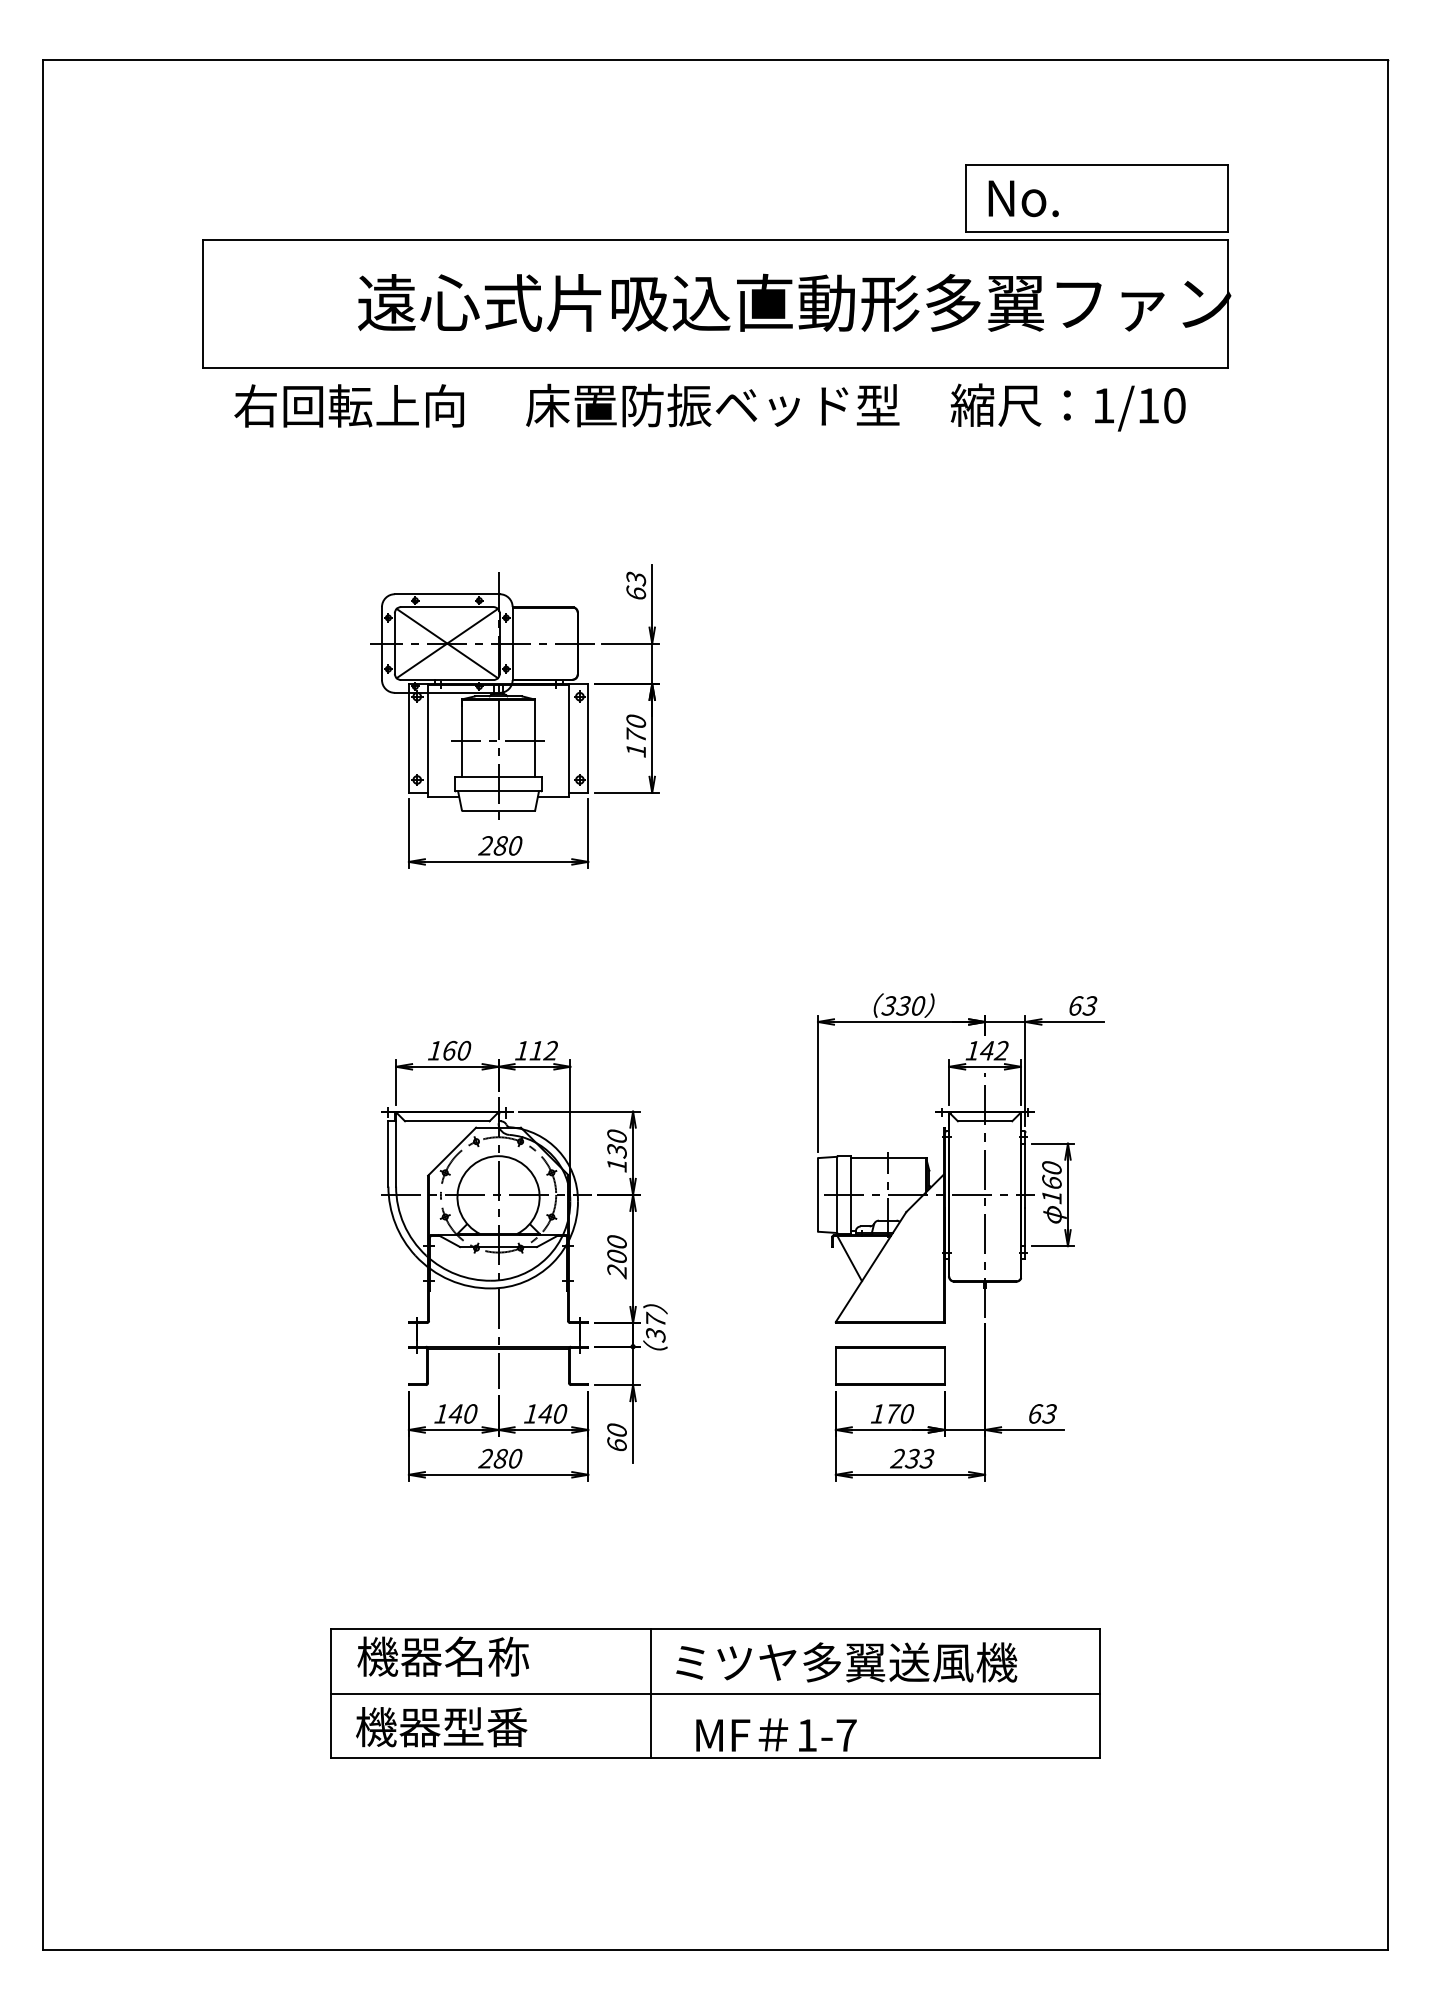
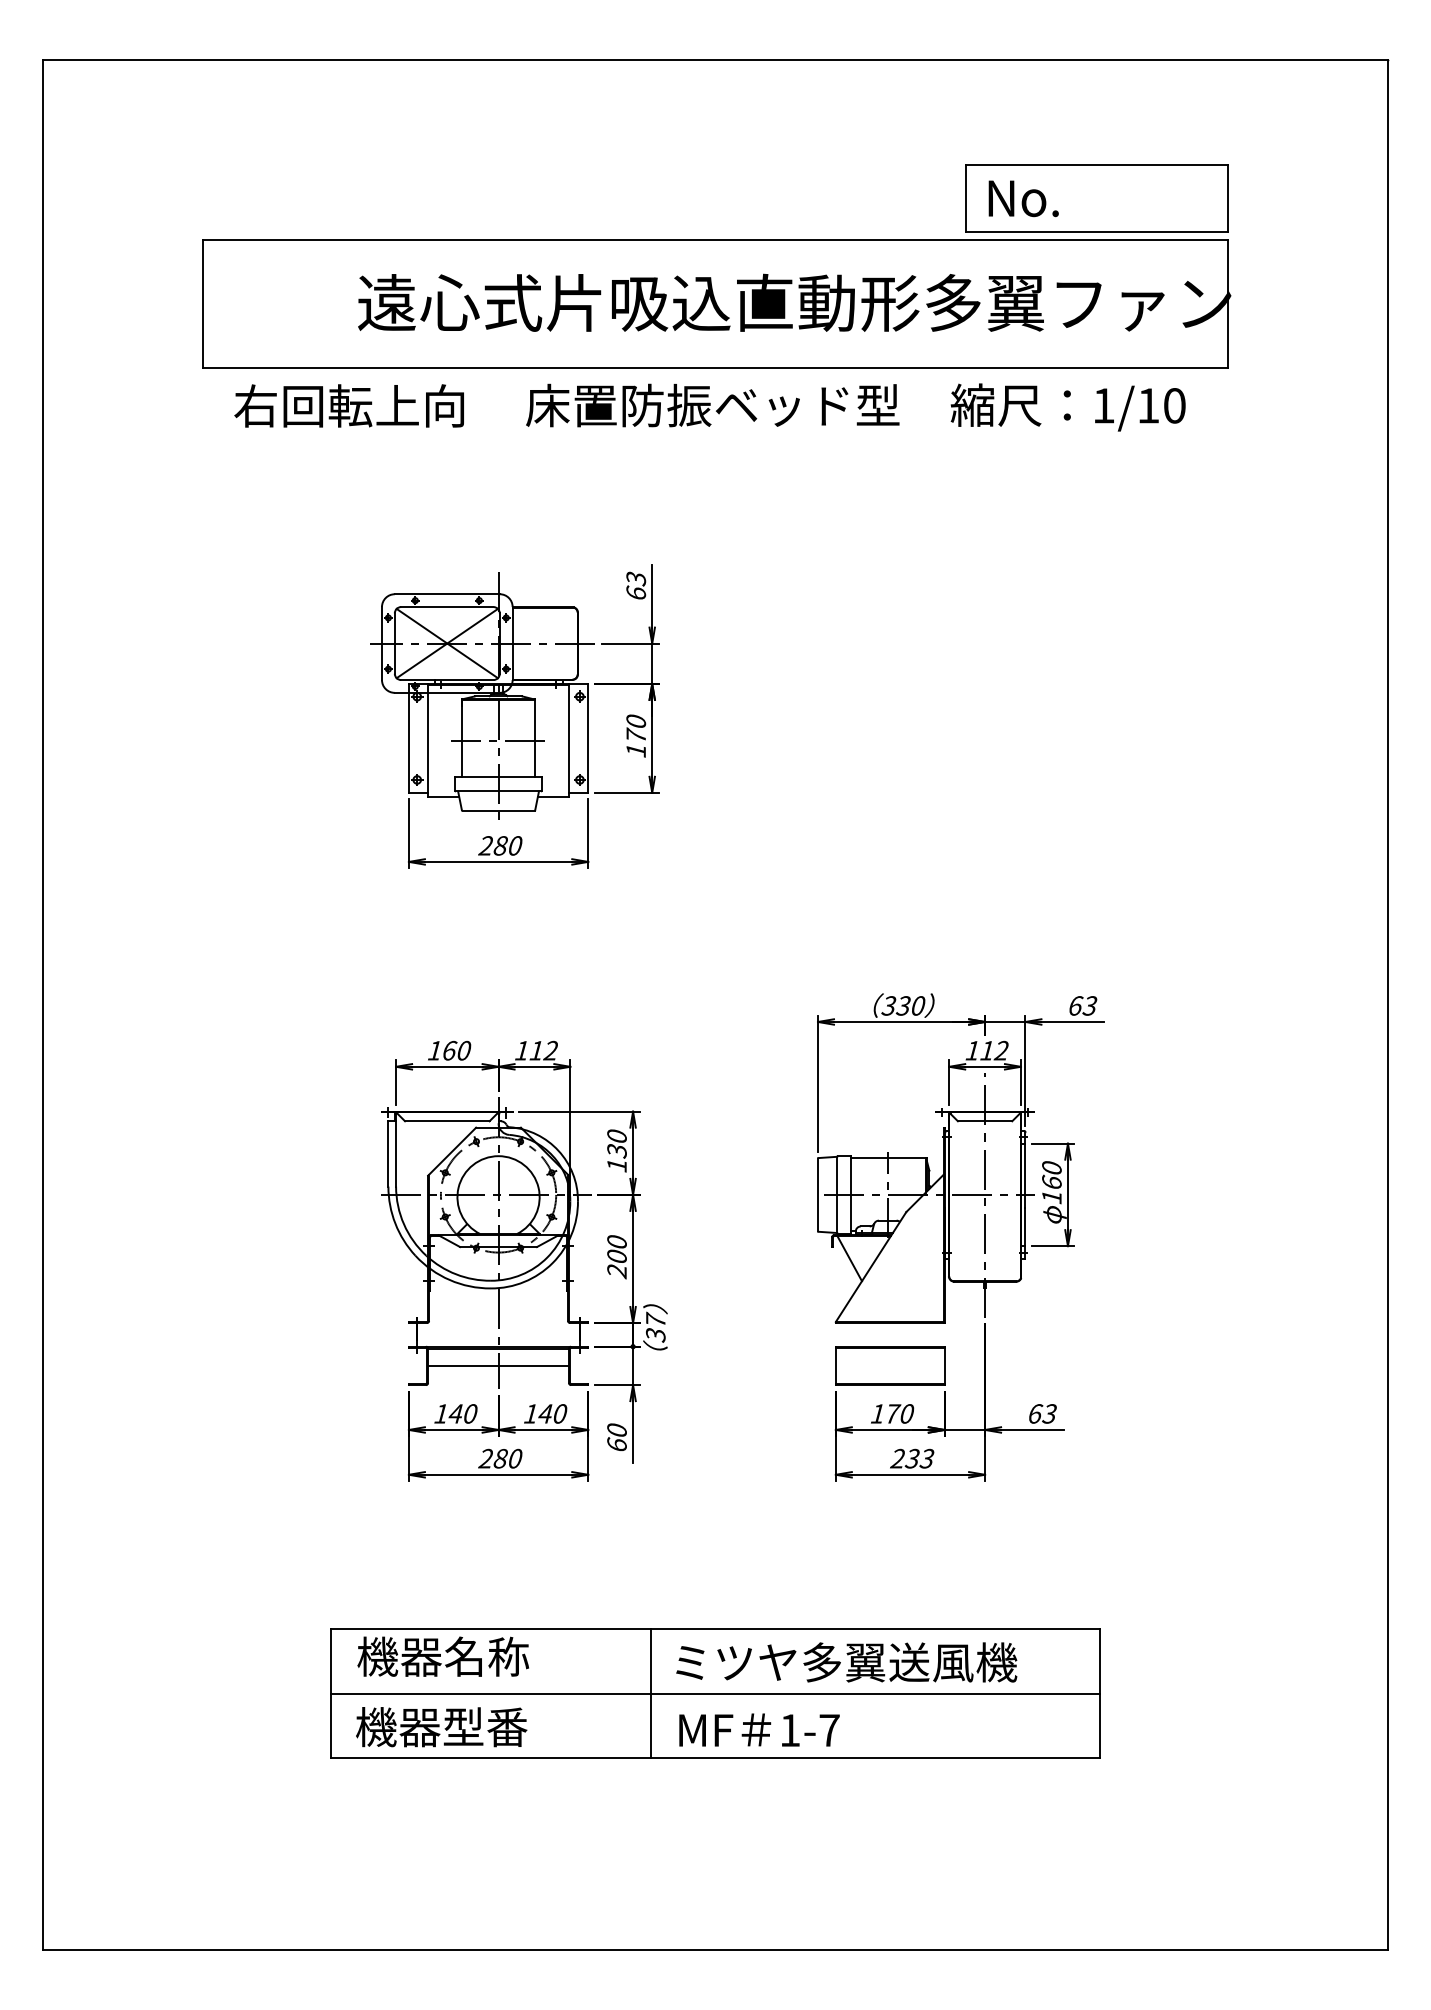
text at (986, 1050): 142 -> 112
line at (498, 1365): none -> present
text at (776, 1734) position: (776, 1734) -> (759, 1729)
